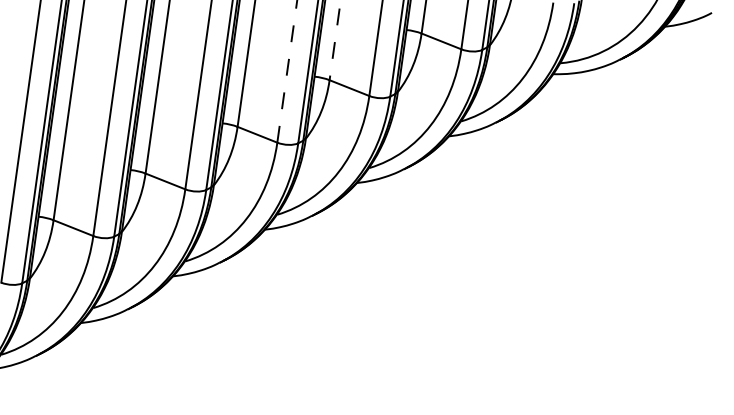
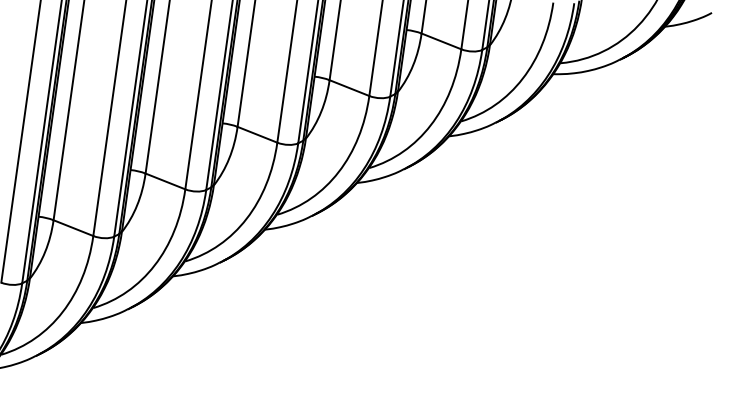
line at (335, 40): dashed -> solid
line at (287, 71): dashed -> solid
